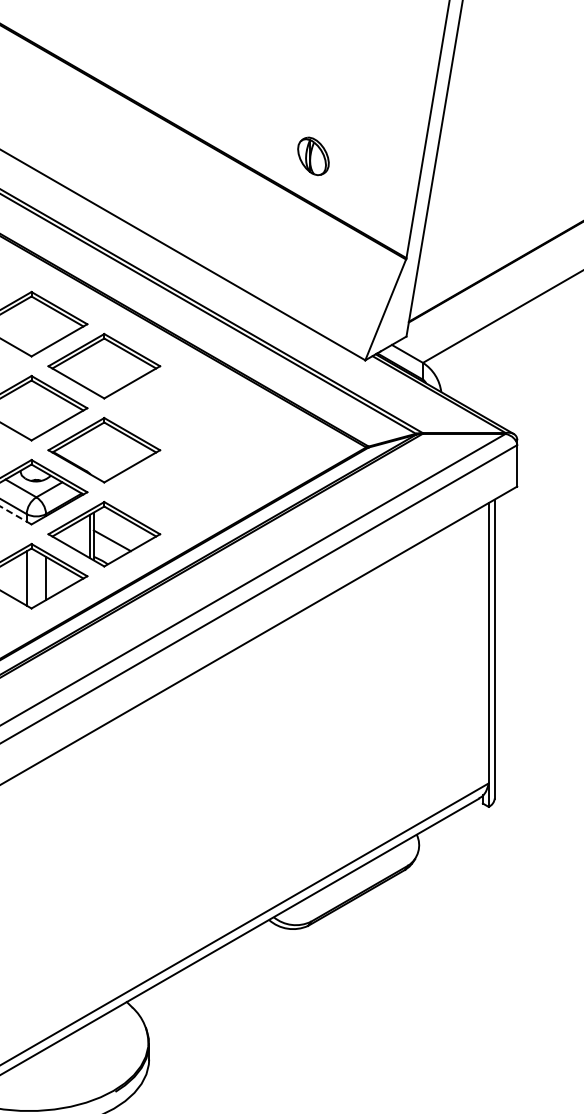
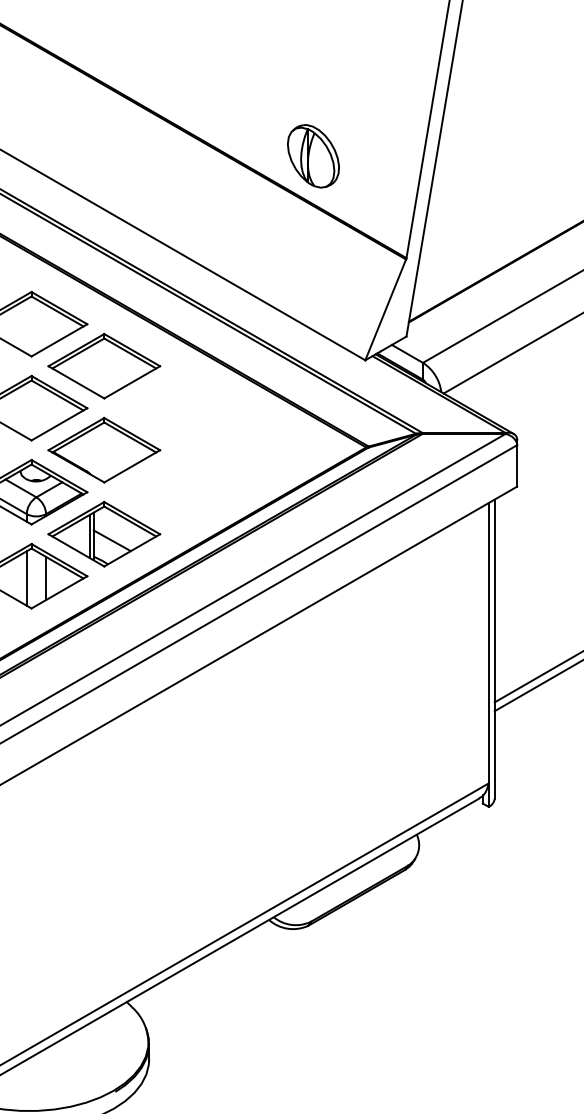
part at (313, 156) size: 33x41 px -> 53x65 px
line at (511, 353): none -> present
line at (16, 515): dashed -> solid
line at (537, 677): none -> present
line at (537, 686): none -> present
